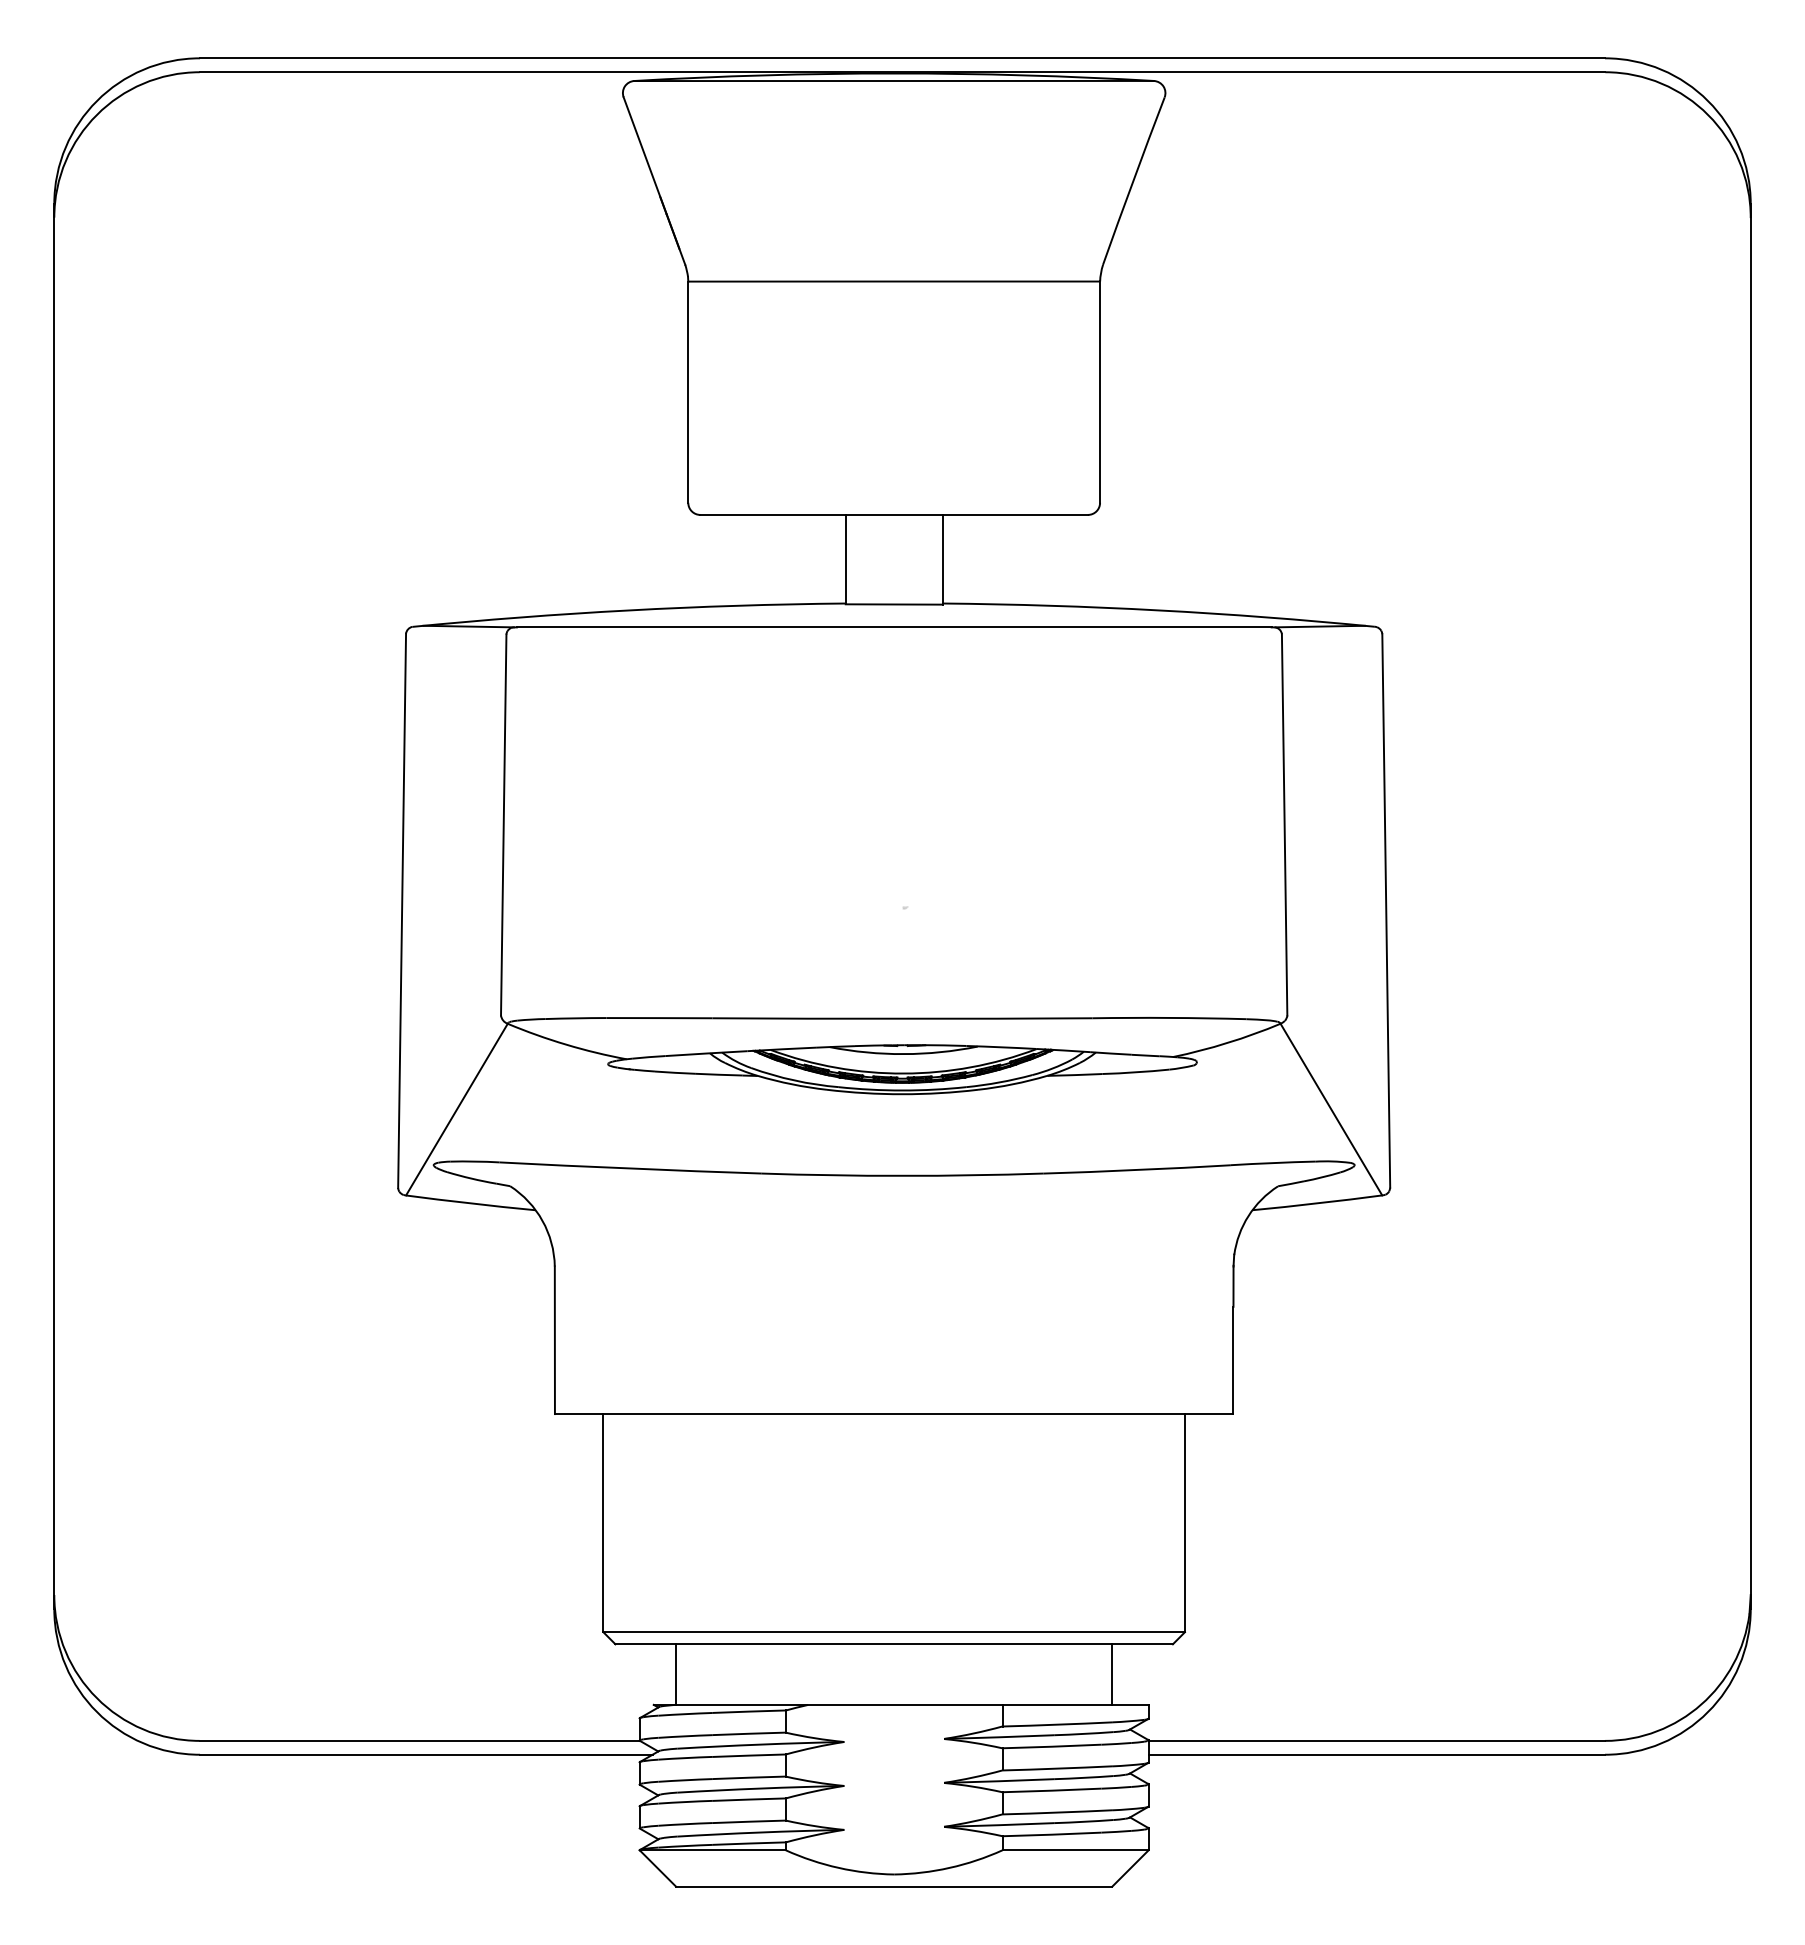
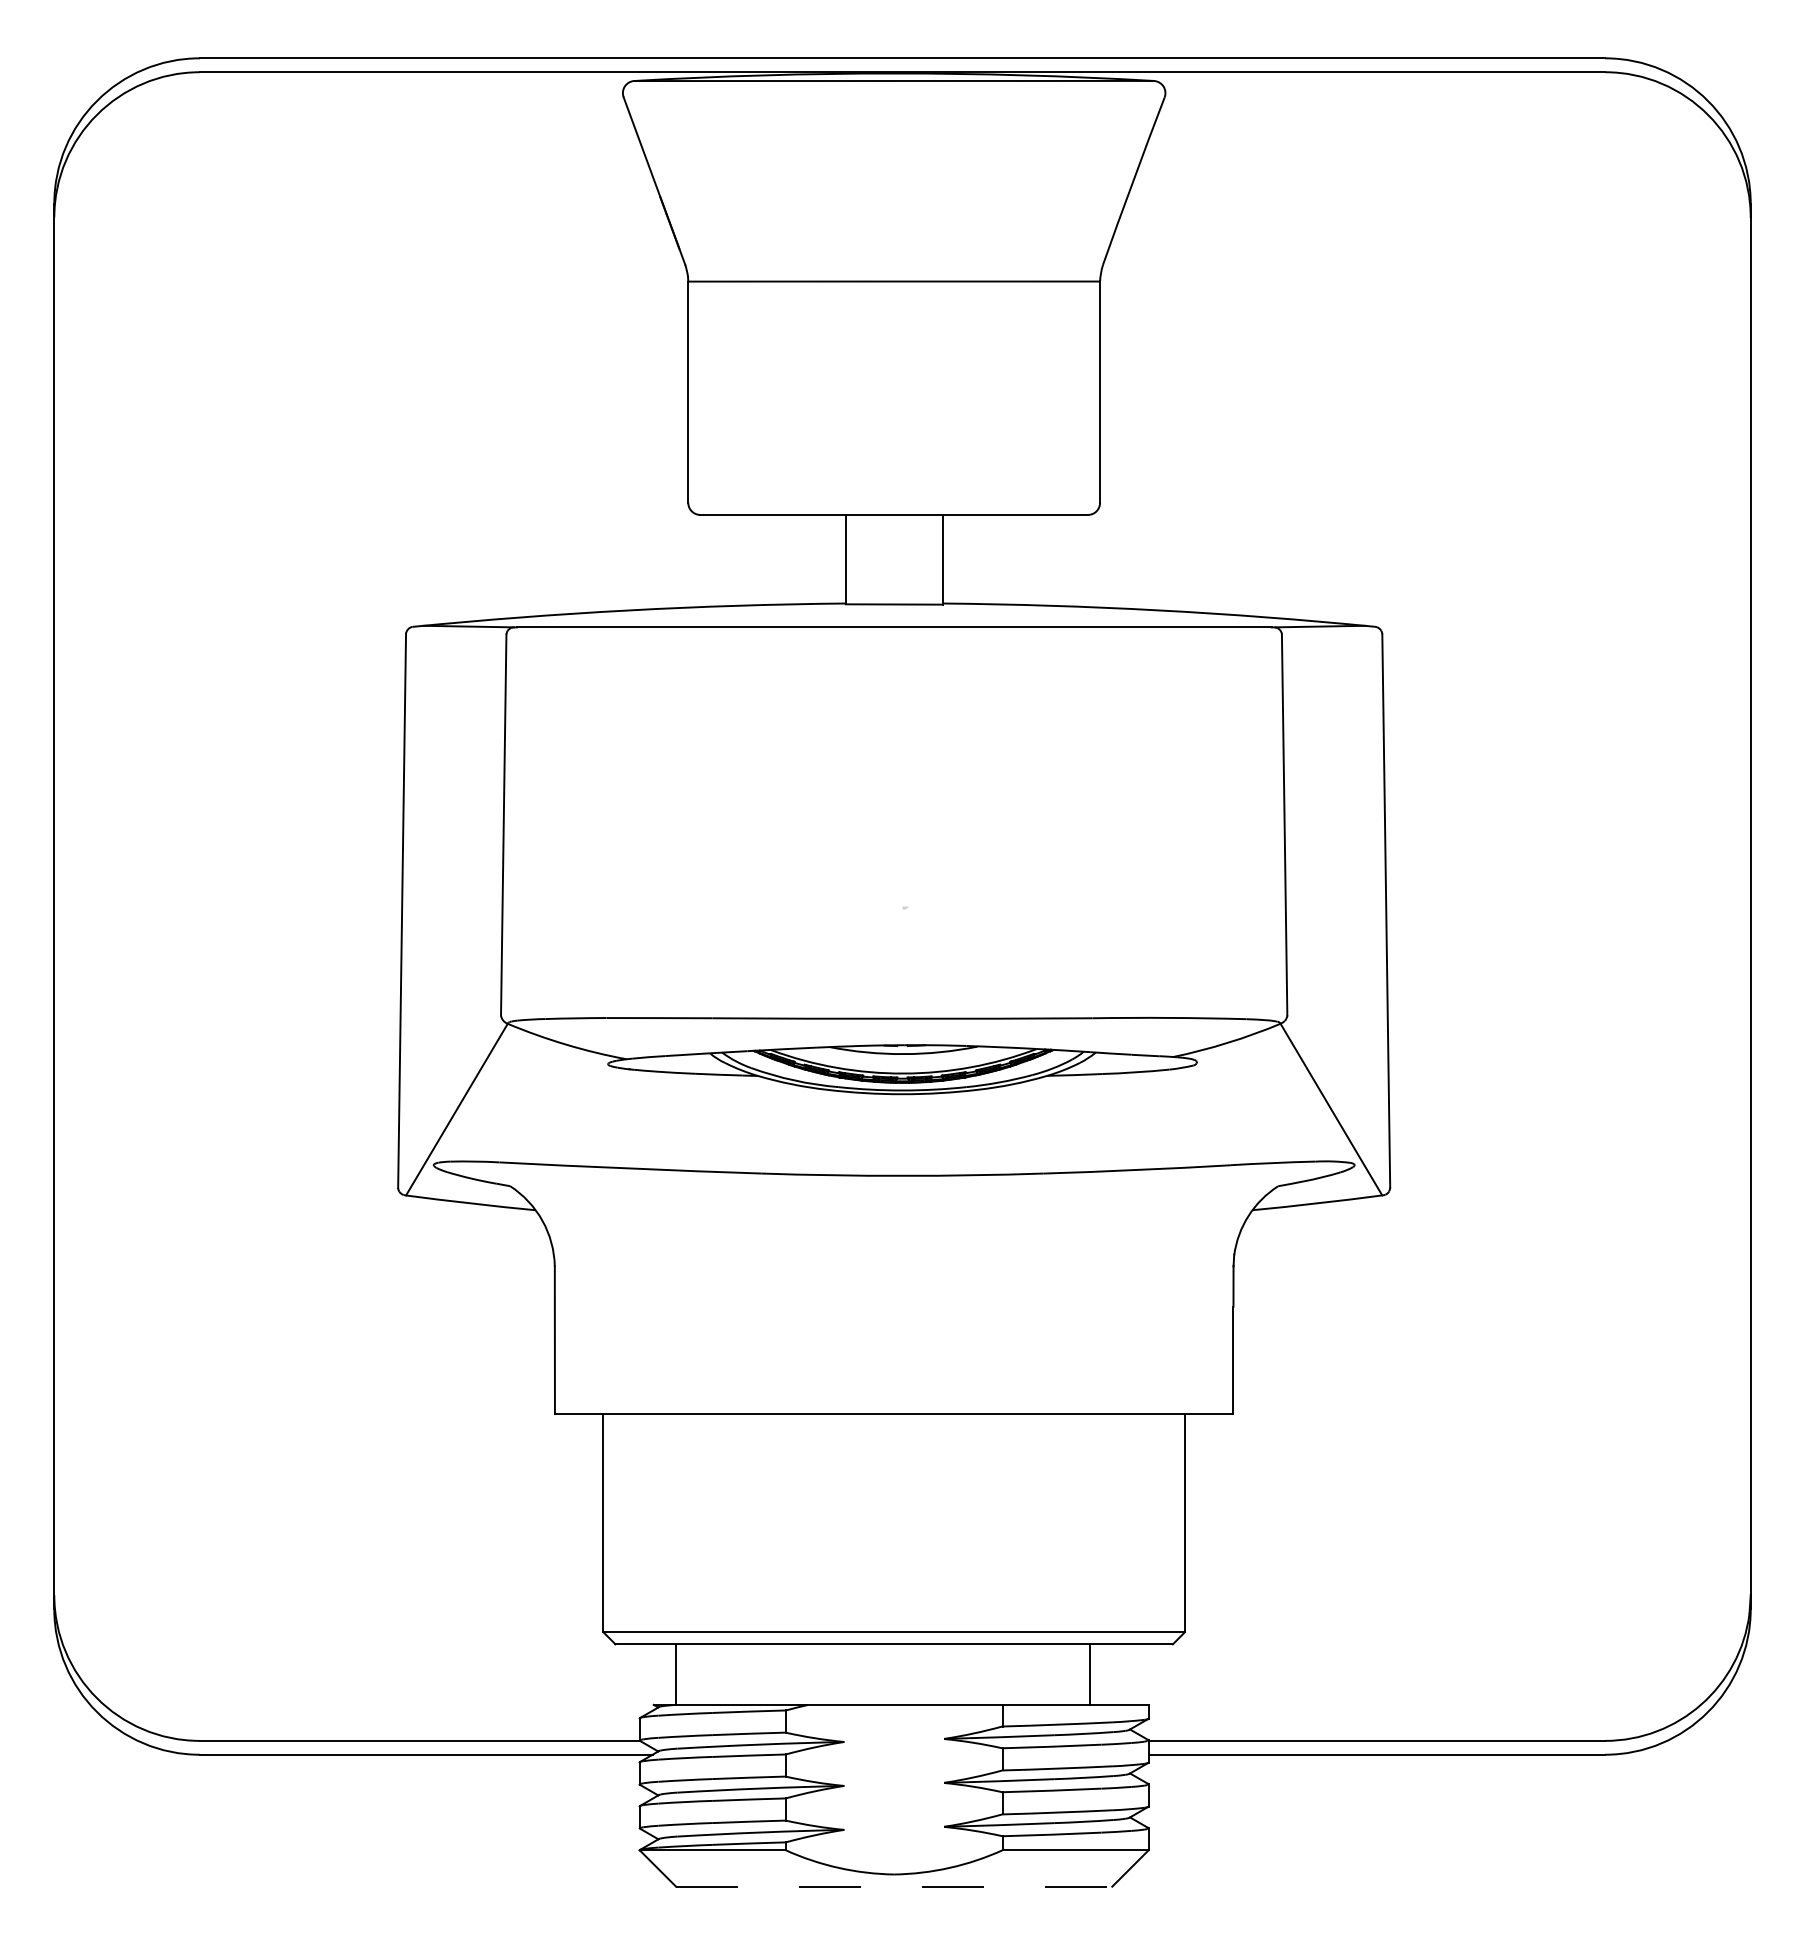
line at (1112, 1674) position: (1112, 1674) -> (1090, 1674)
line at (894, 1886): solid -> dashed
